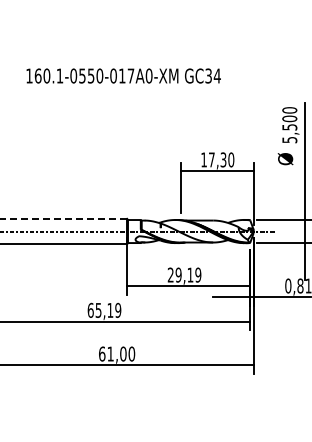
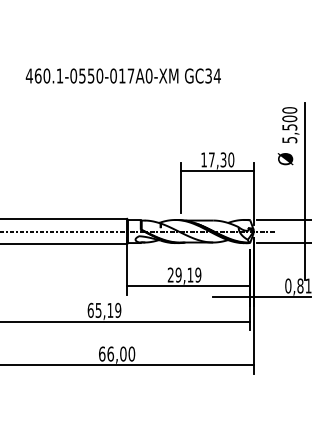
text at (28, 75): 160.1-0550-017A0-XM -> 460.1-0550-017A0-XM
line at (63, 218): dashed -> solid
text at (110, 353): 61,00 -> 66,00
